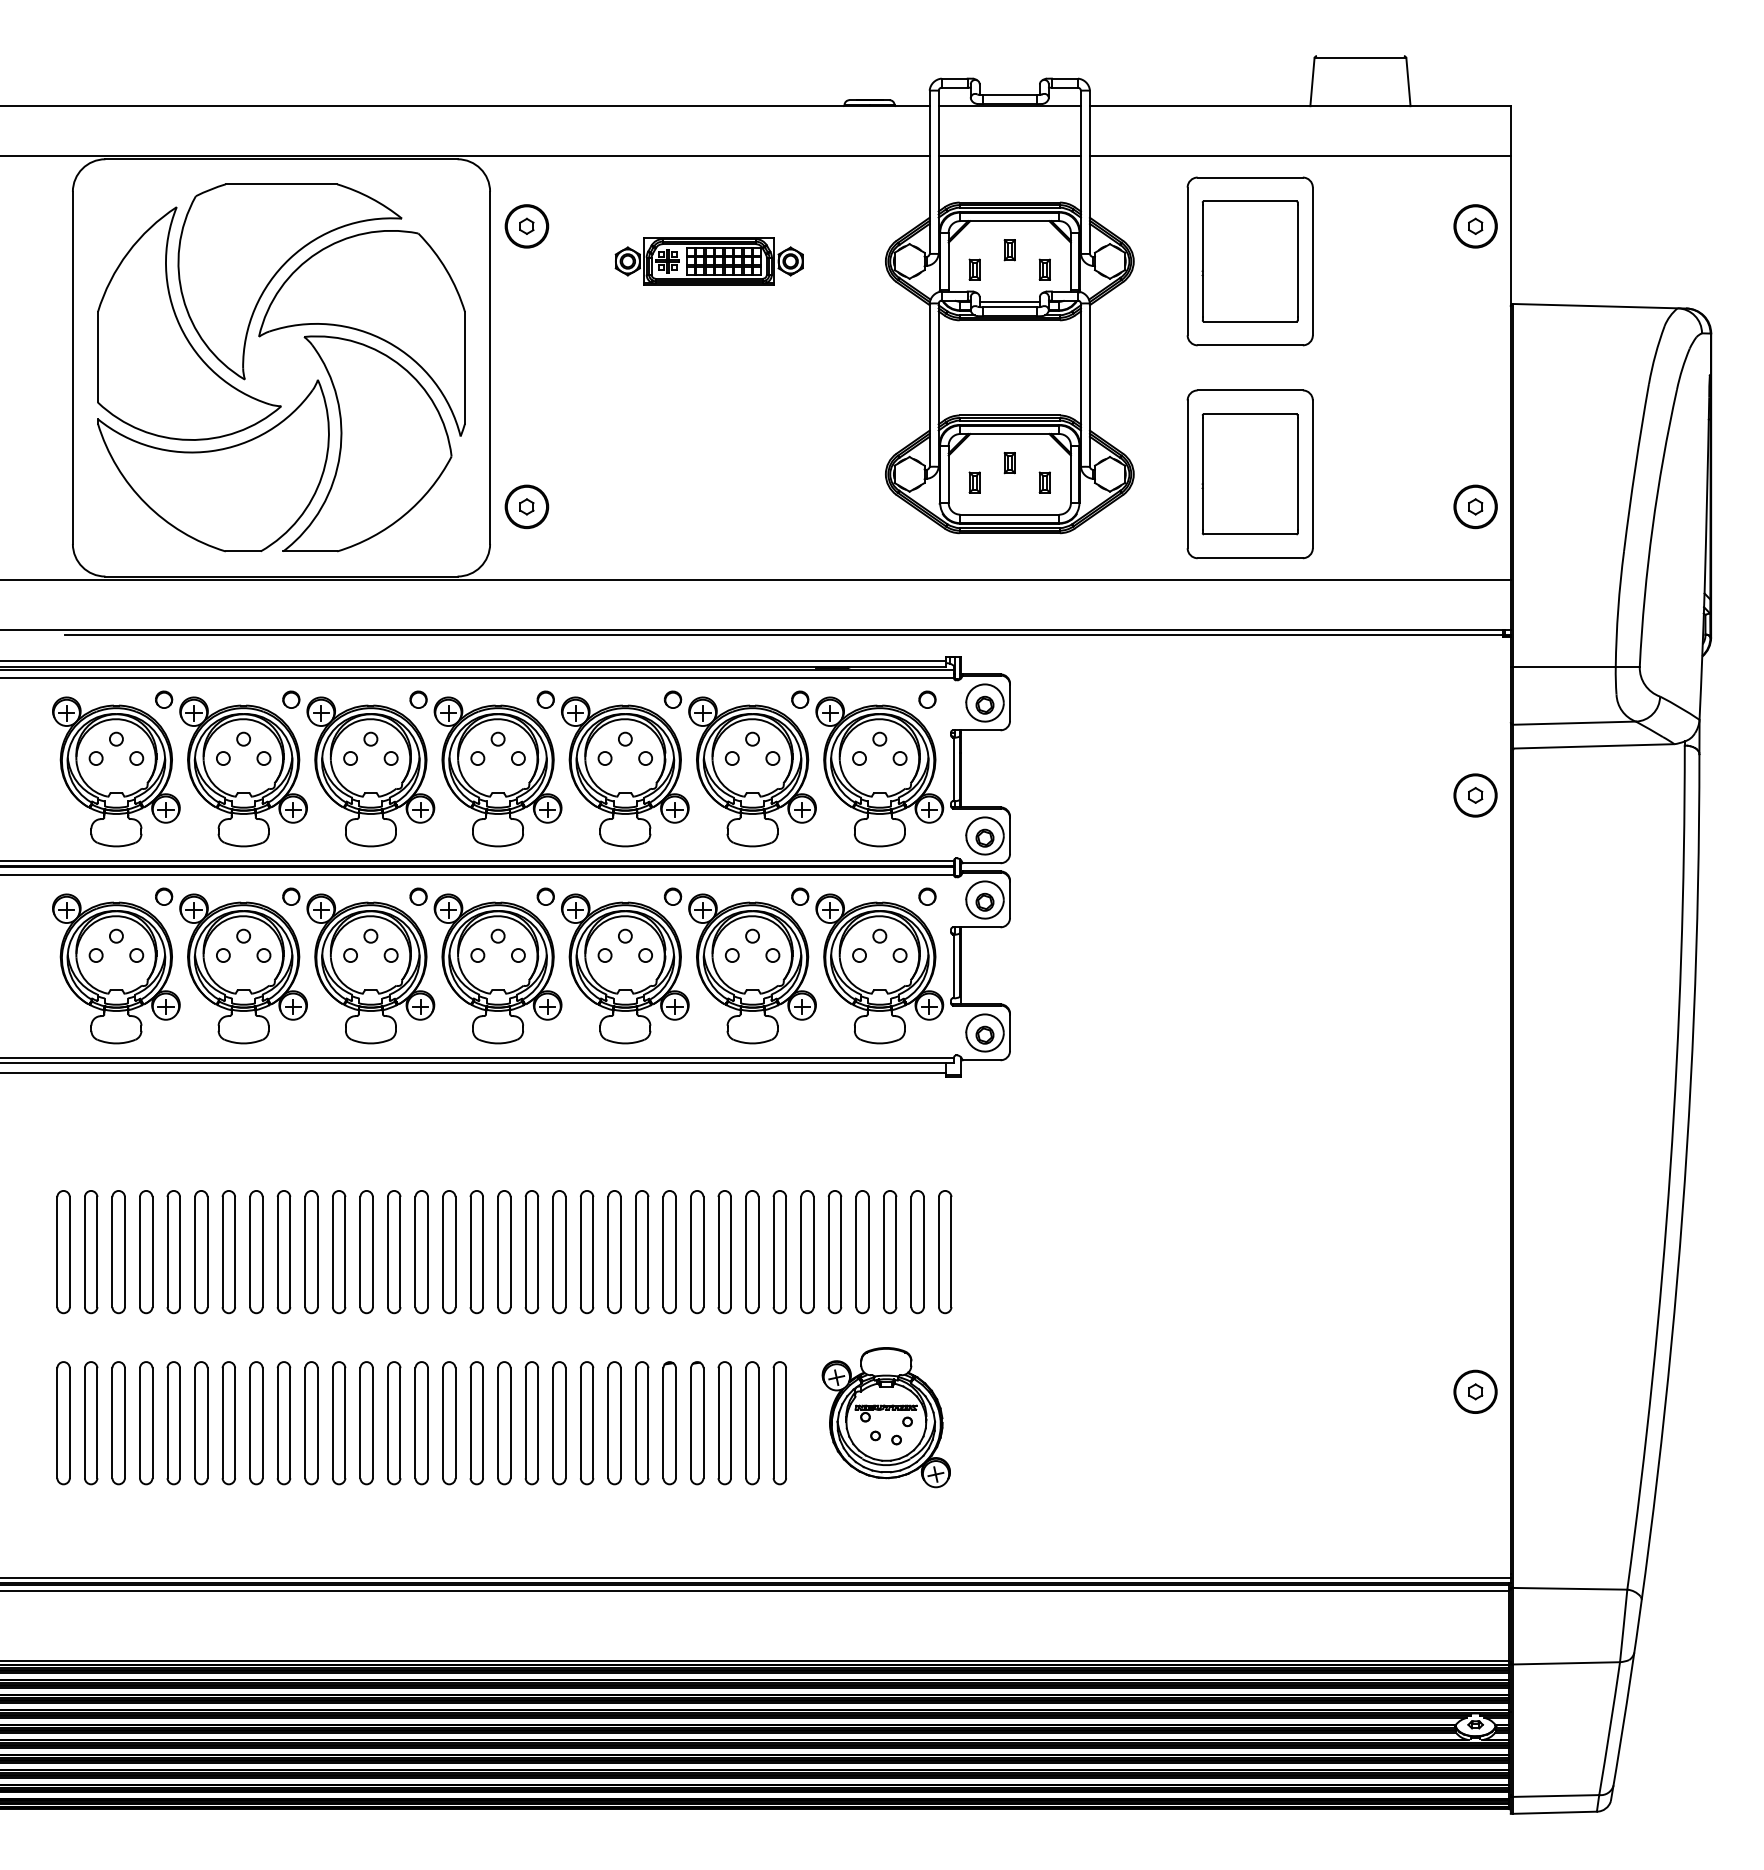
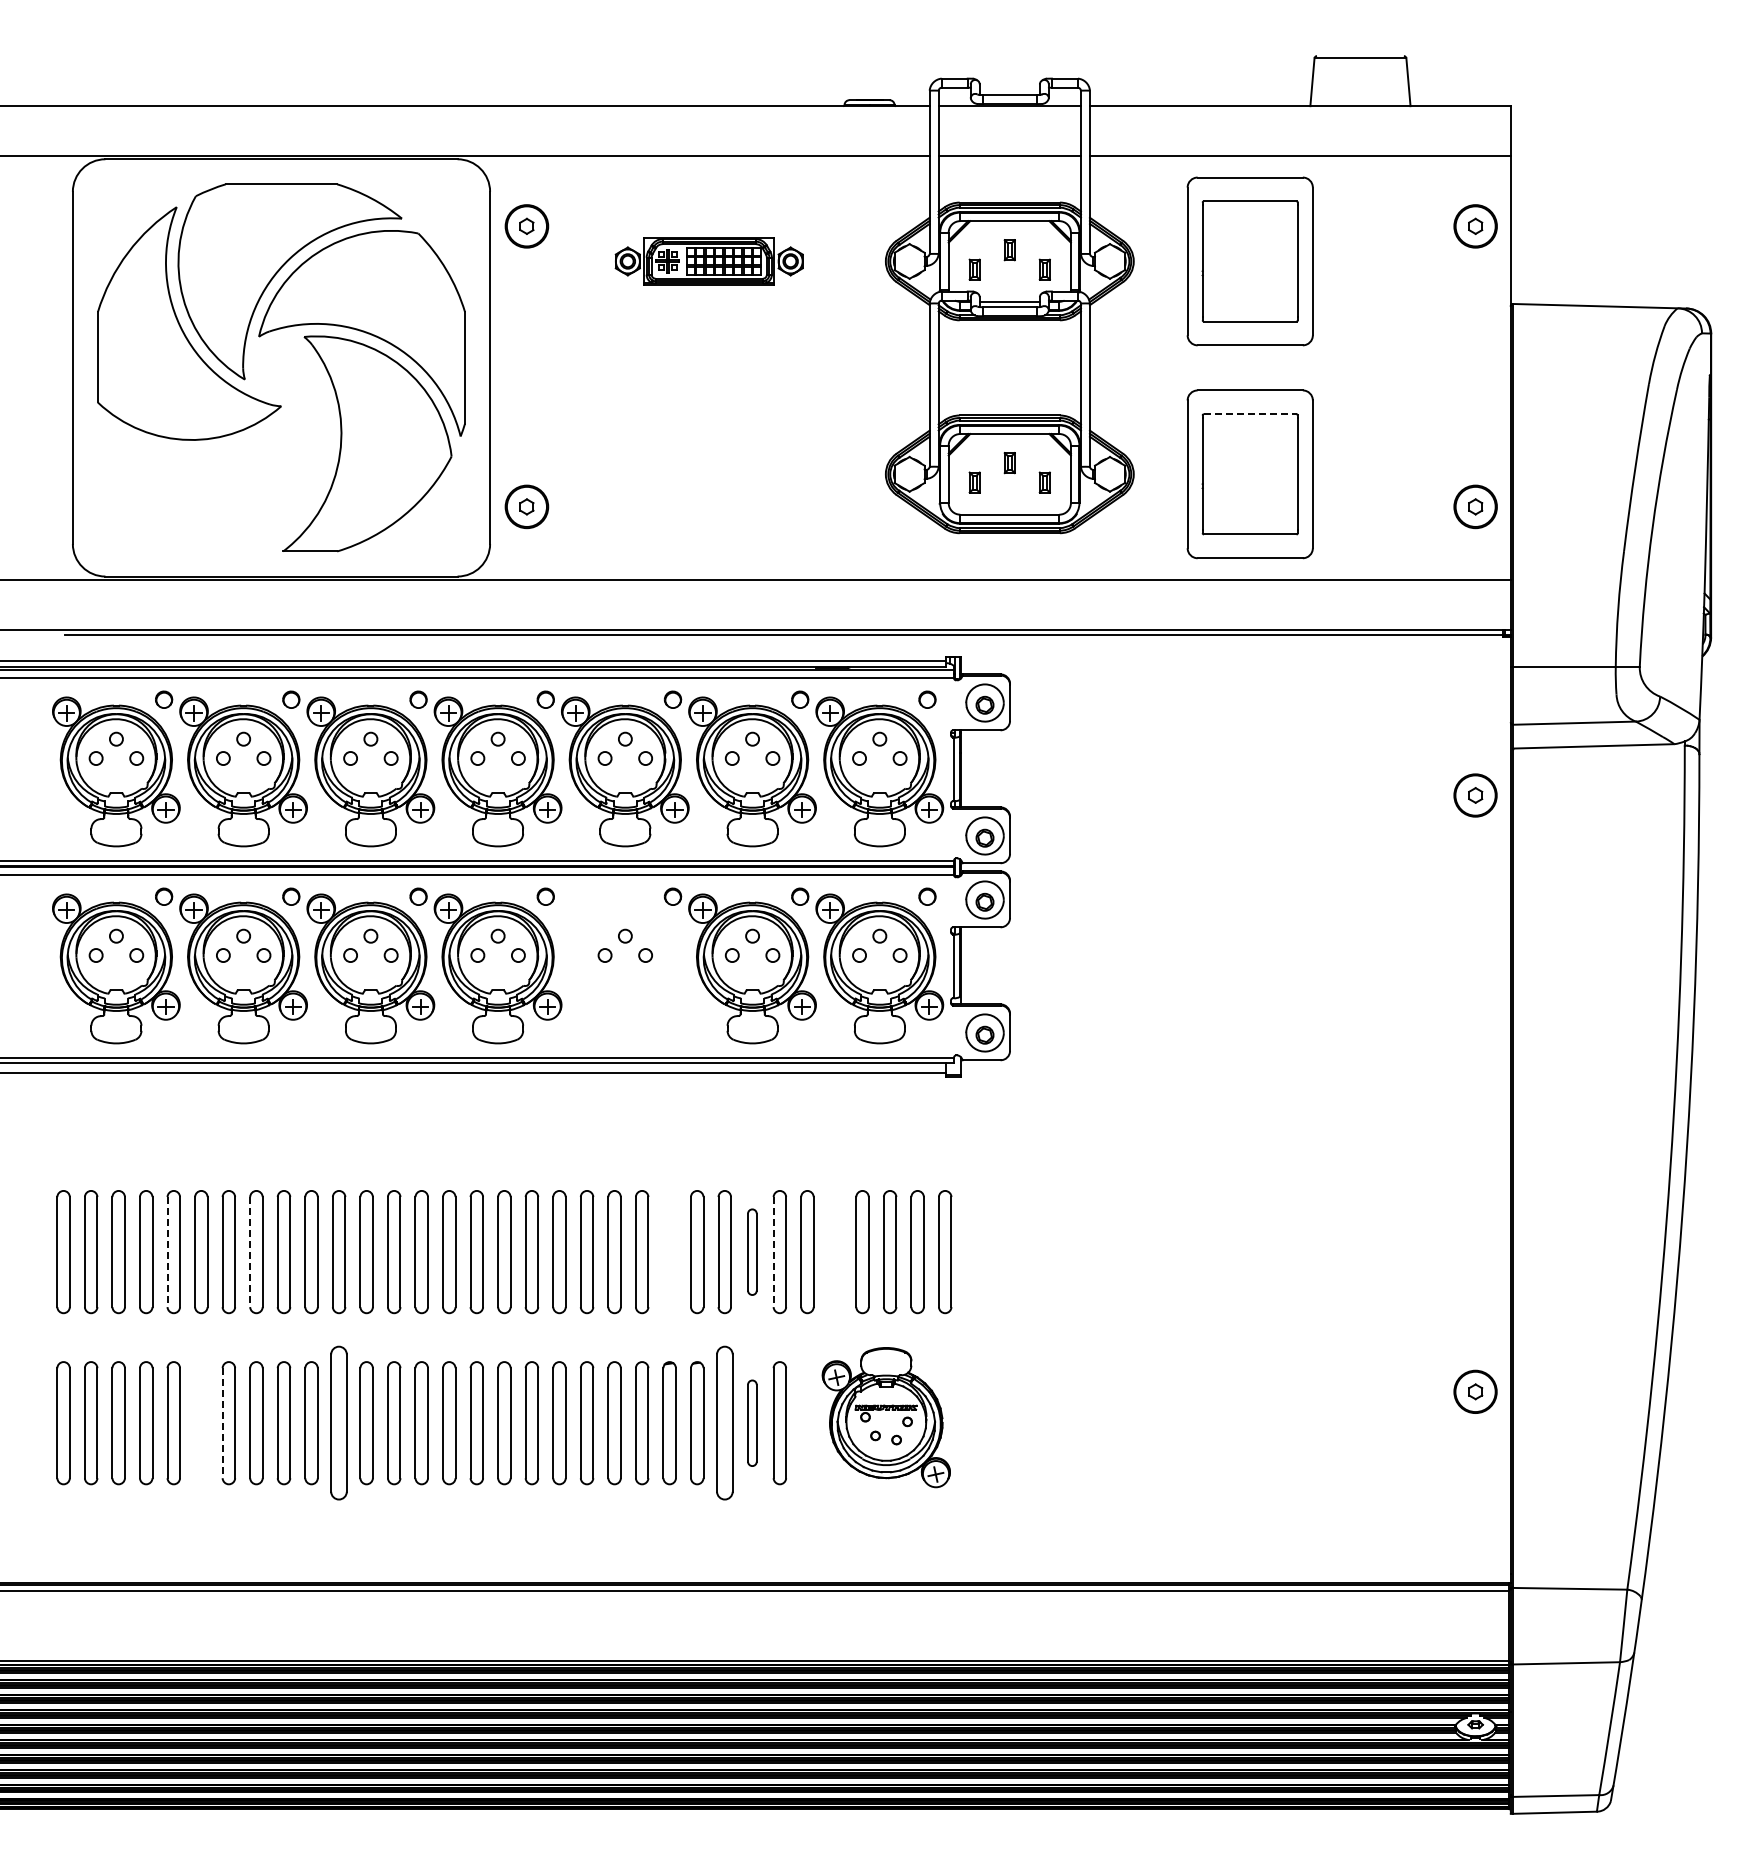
line at (1250, 414): solid -> dashed
part at (213, 465): present -> none
part at (625, 968): present -> none
line at (167, 1252): solid -> dashed
line at (250, 1252): solid -> dashed
part at (669, 1252): present -> none
part at (752, 1252) size: 15x125 px -> 11x88 px
line at (773, 1252): solid -> dashed
part at (834, 1252): present -> none
part at (201, 1423): present -> none
line at (222, 1423): solid -> dashed
part at (339, 1423) size: 15x125 px -> 18x156 px
part at (724, 1423) size: 15x125 px -> 18x156 px
part at (752, 1423) size: 15x125 px -> 11x88 px
line at (756, 1577): present -> none
